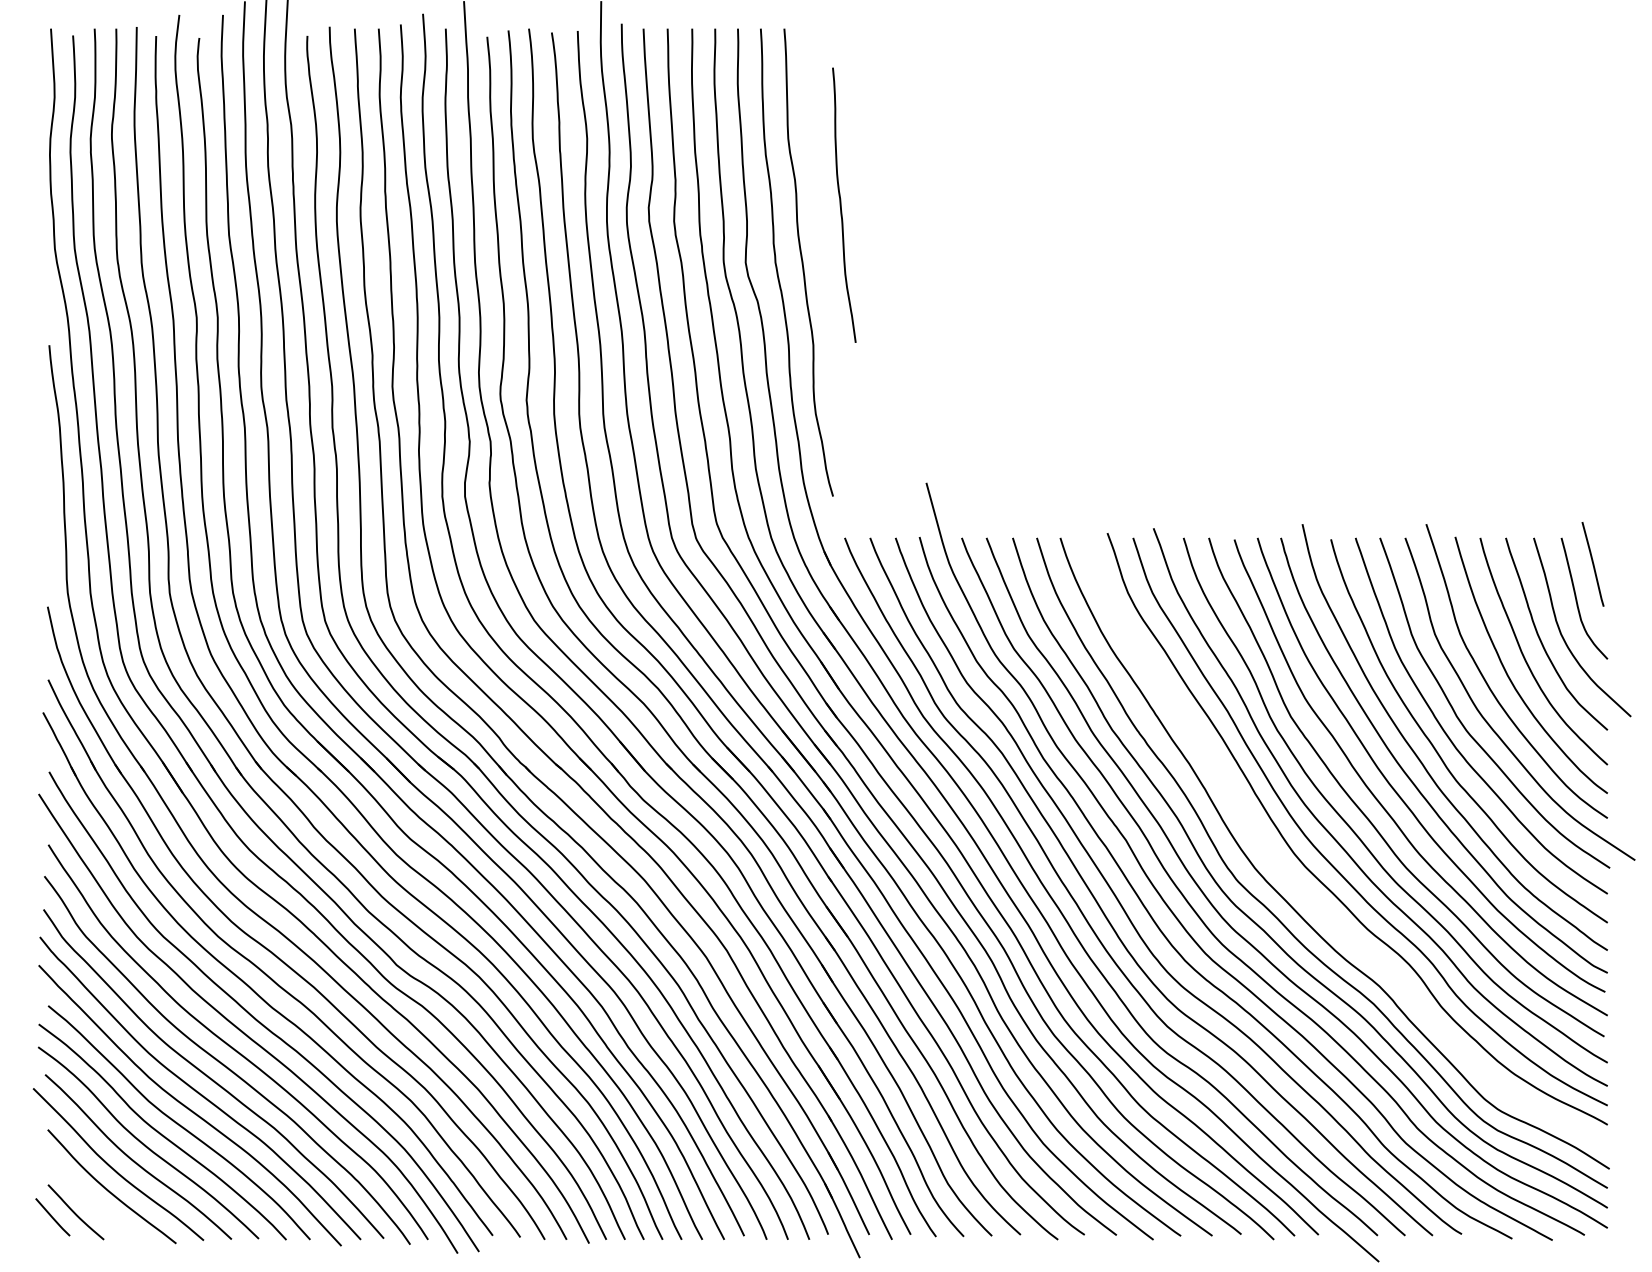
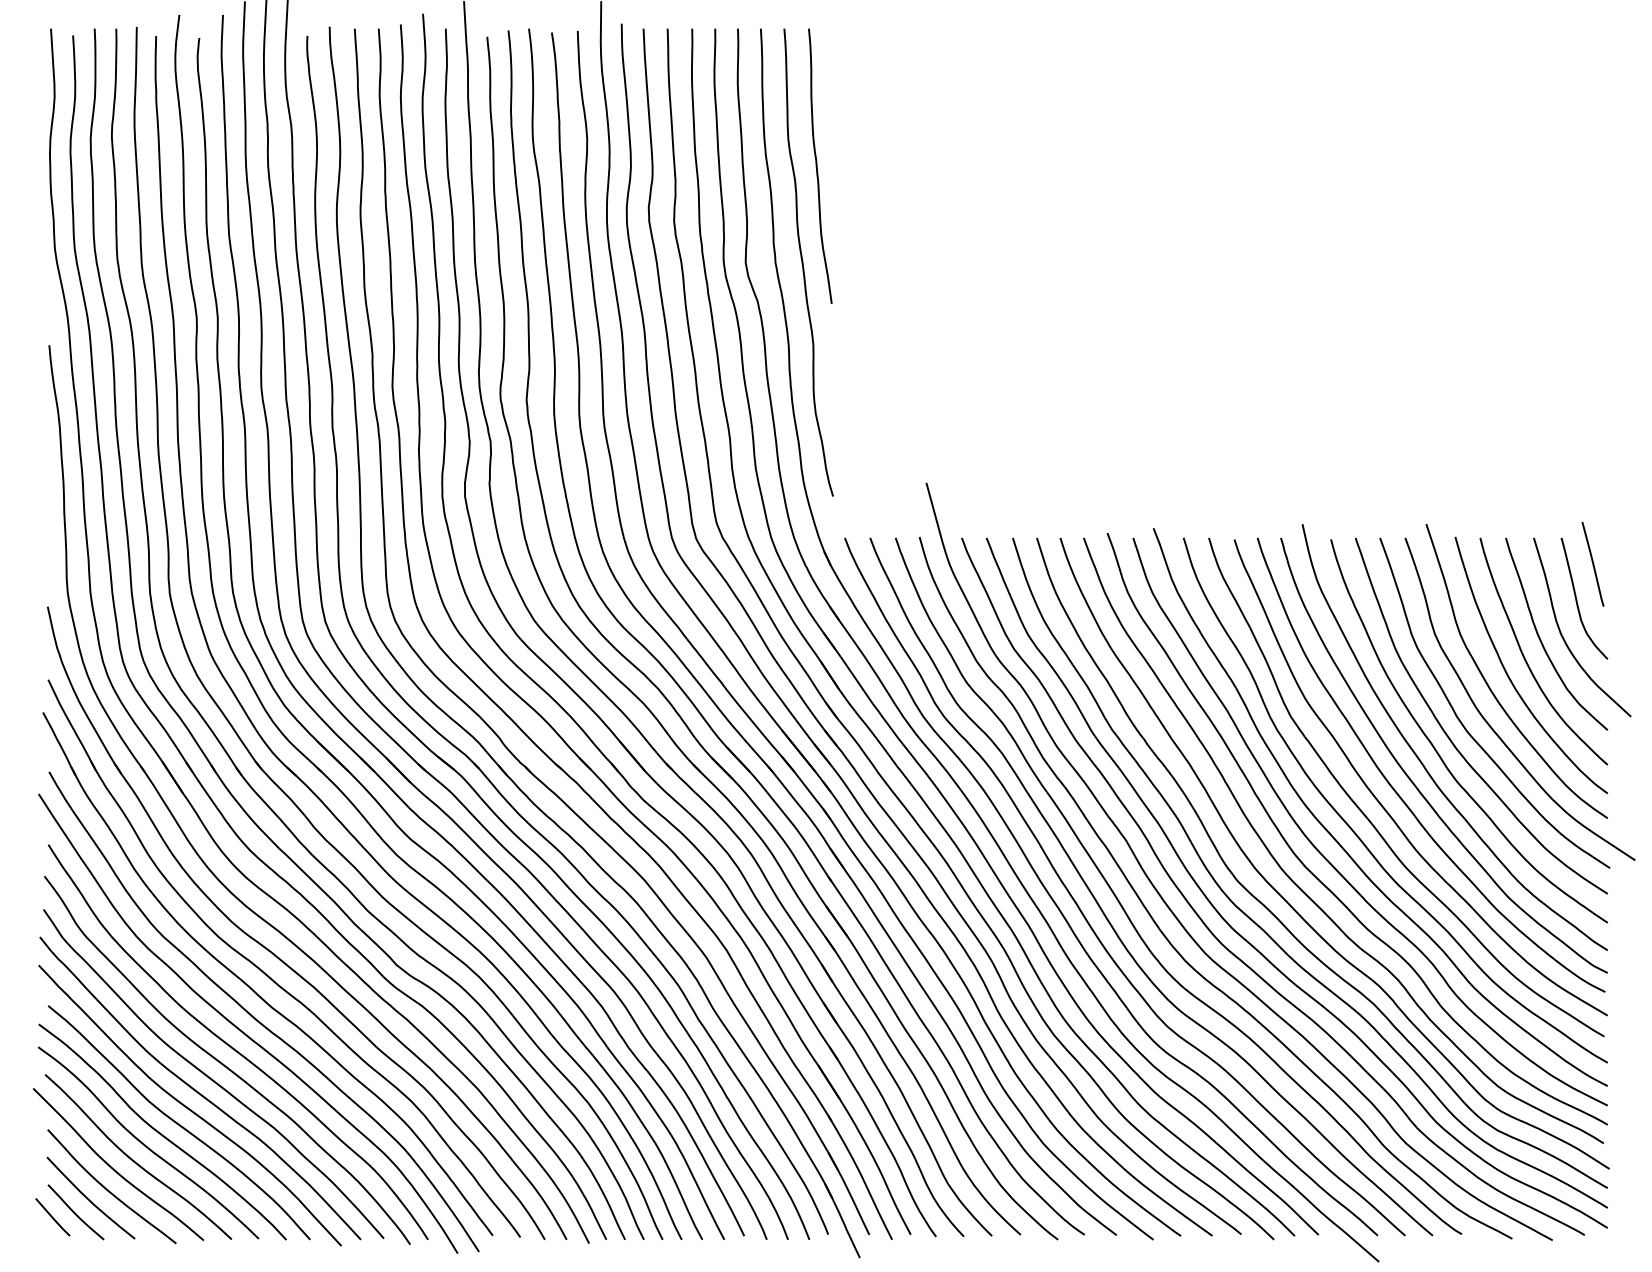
curve at (841, 204) position: (841, 204) -> (817, 165)
curve at (1298, 885): none -> present
curve at (88, 1198): none -> present
